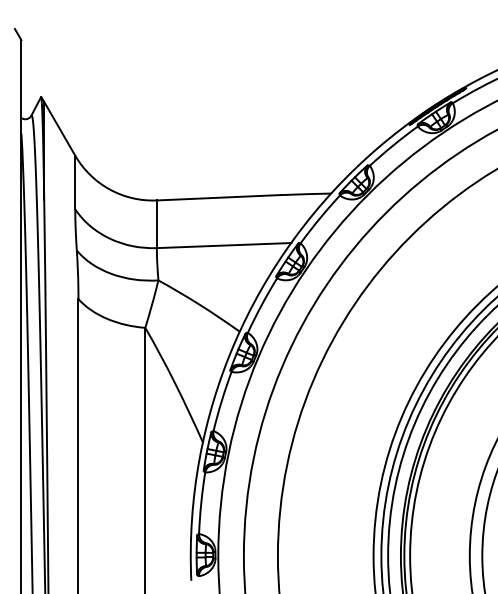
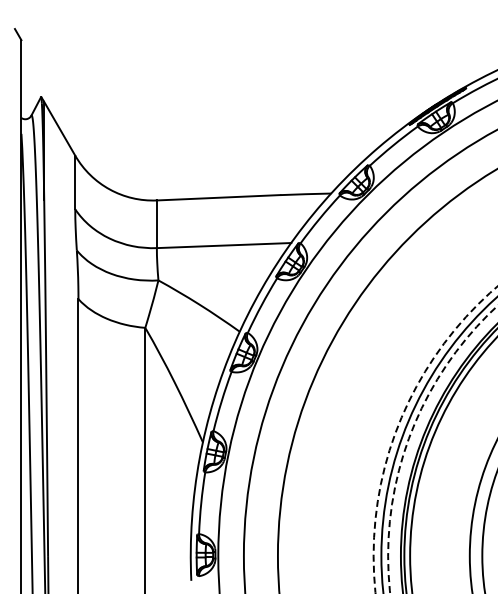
circle at (435, 439): solid -> dashed
circle at (442, 449): solid -> dashed
